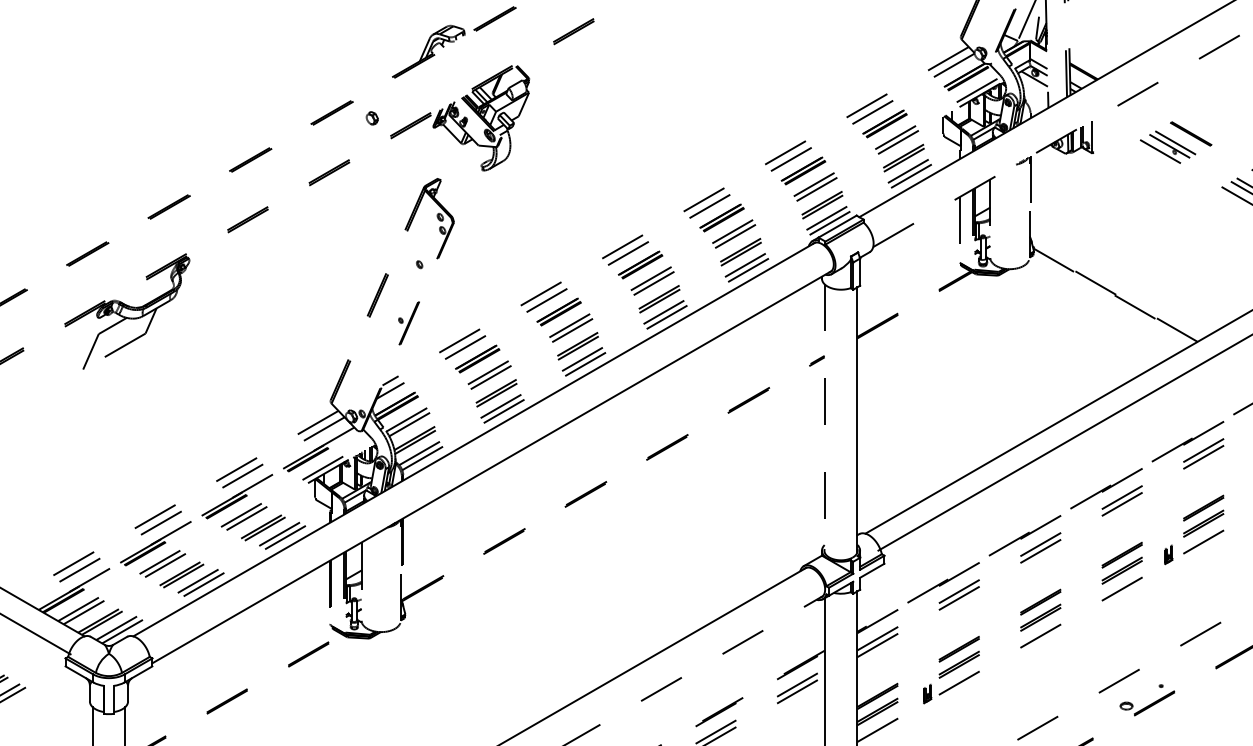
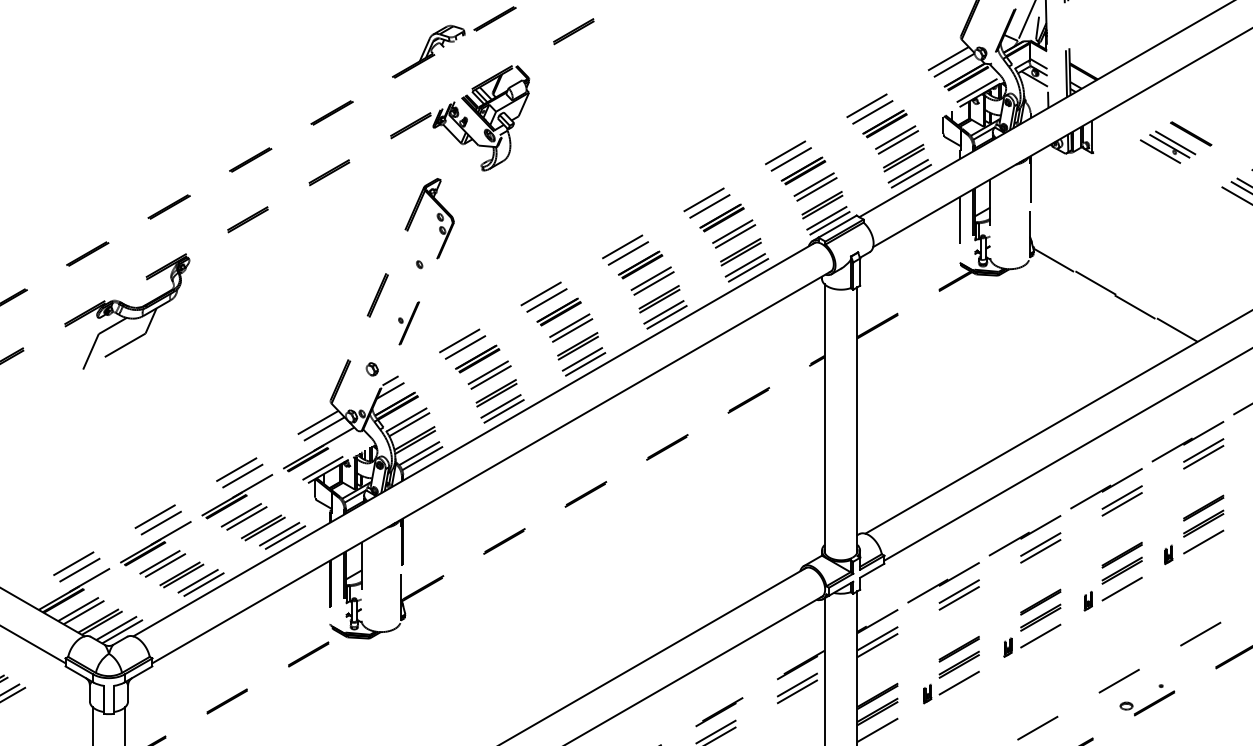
part at (371, 118) position: (371, 118) -> (371, 369)
line at (1062, 137): dashed -> solid
line at (824, 418): dashed -> solid
line at (1063, 443) position: (1063, 443) -> (1066, 455)
part at (1087, 600): none -> present
line at (36, 634) position: (36, 634) -> (33, 644)
part at (1007, 647): none -> present
line at (694, 670): dashed -> solid
